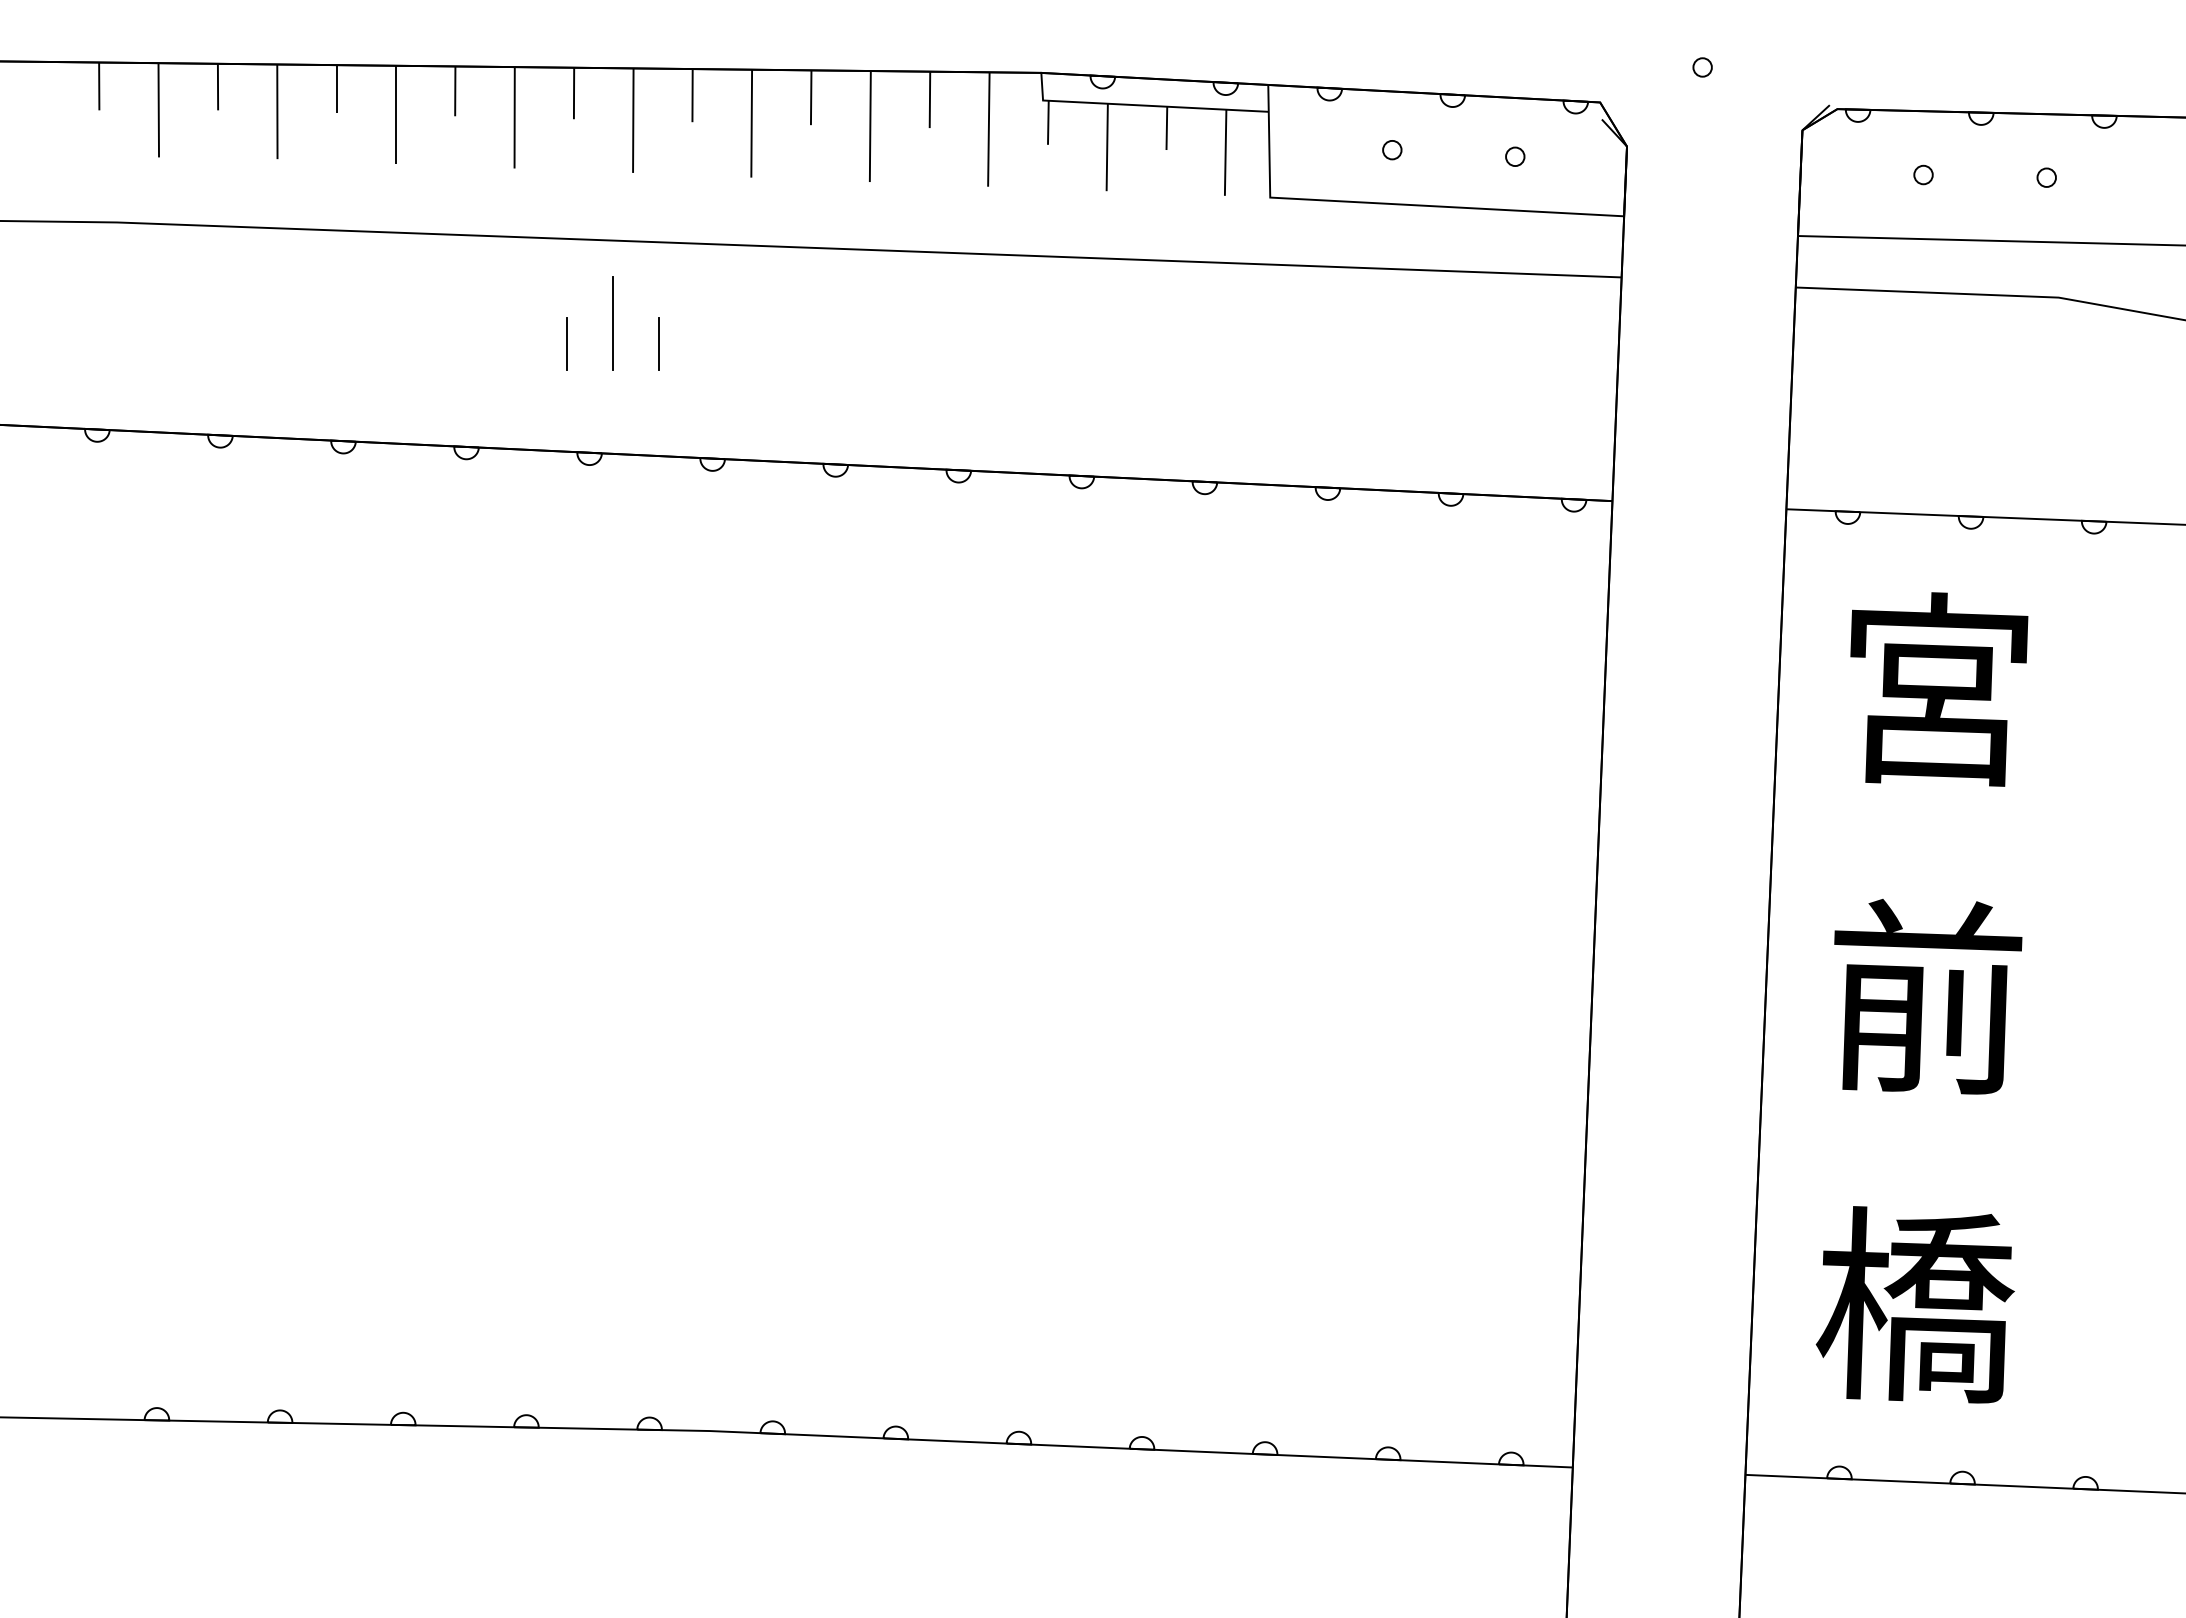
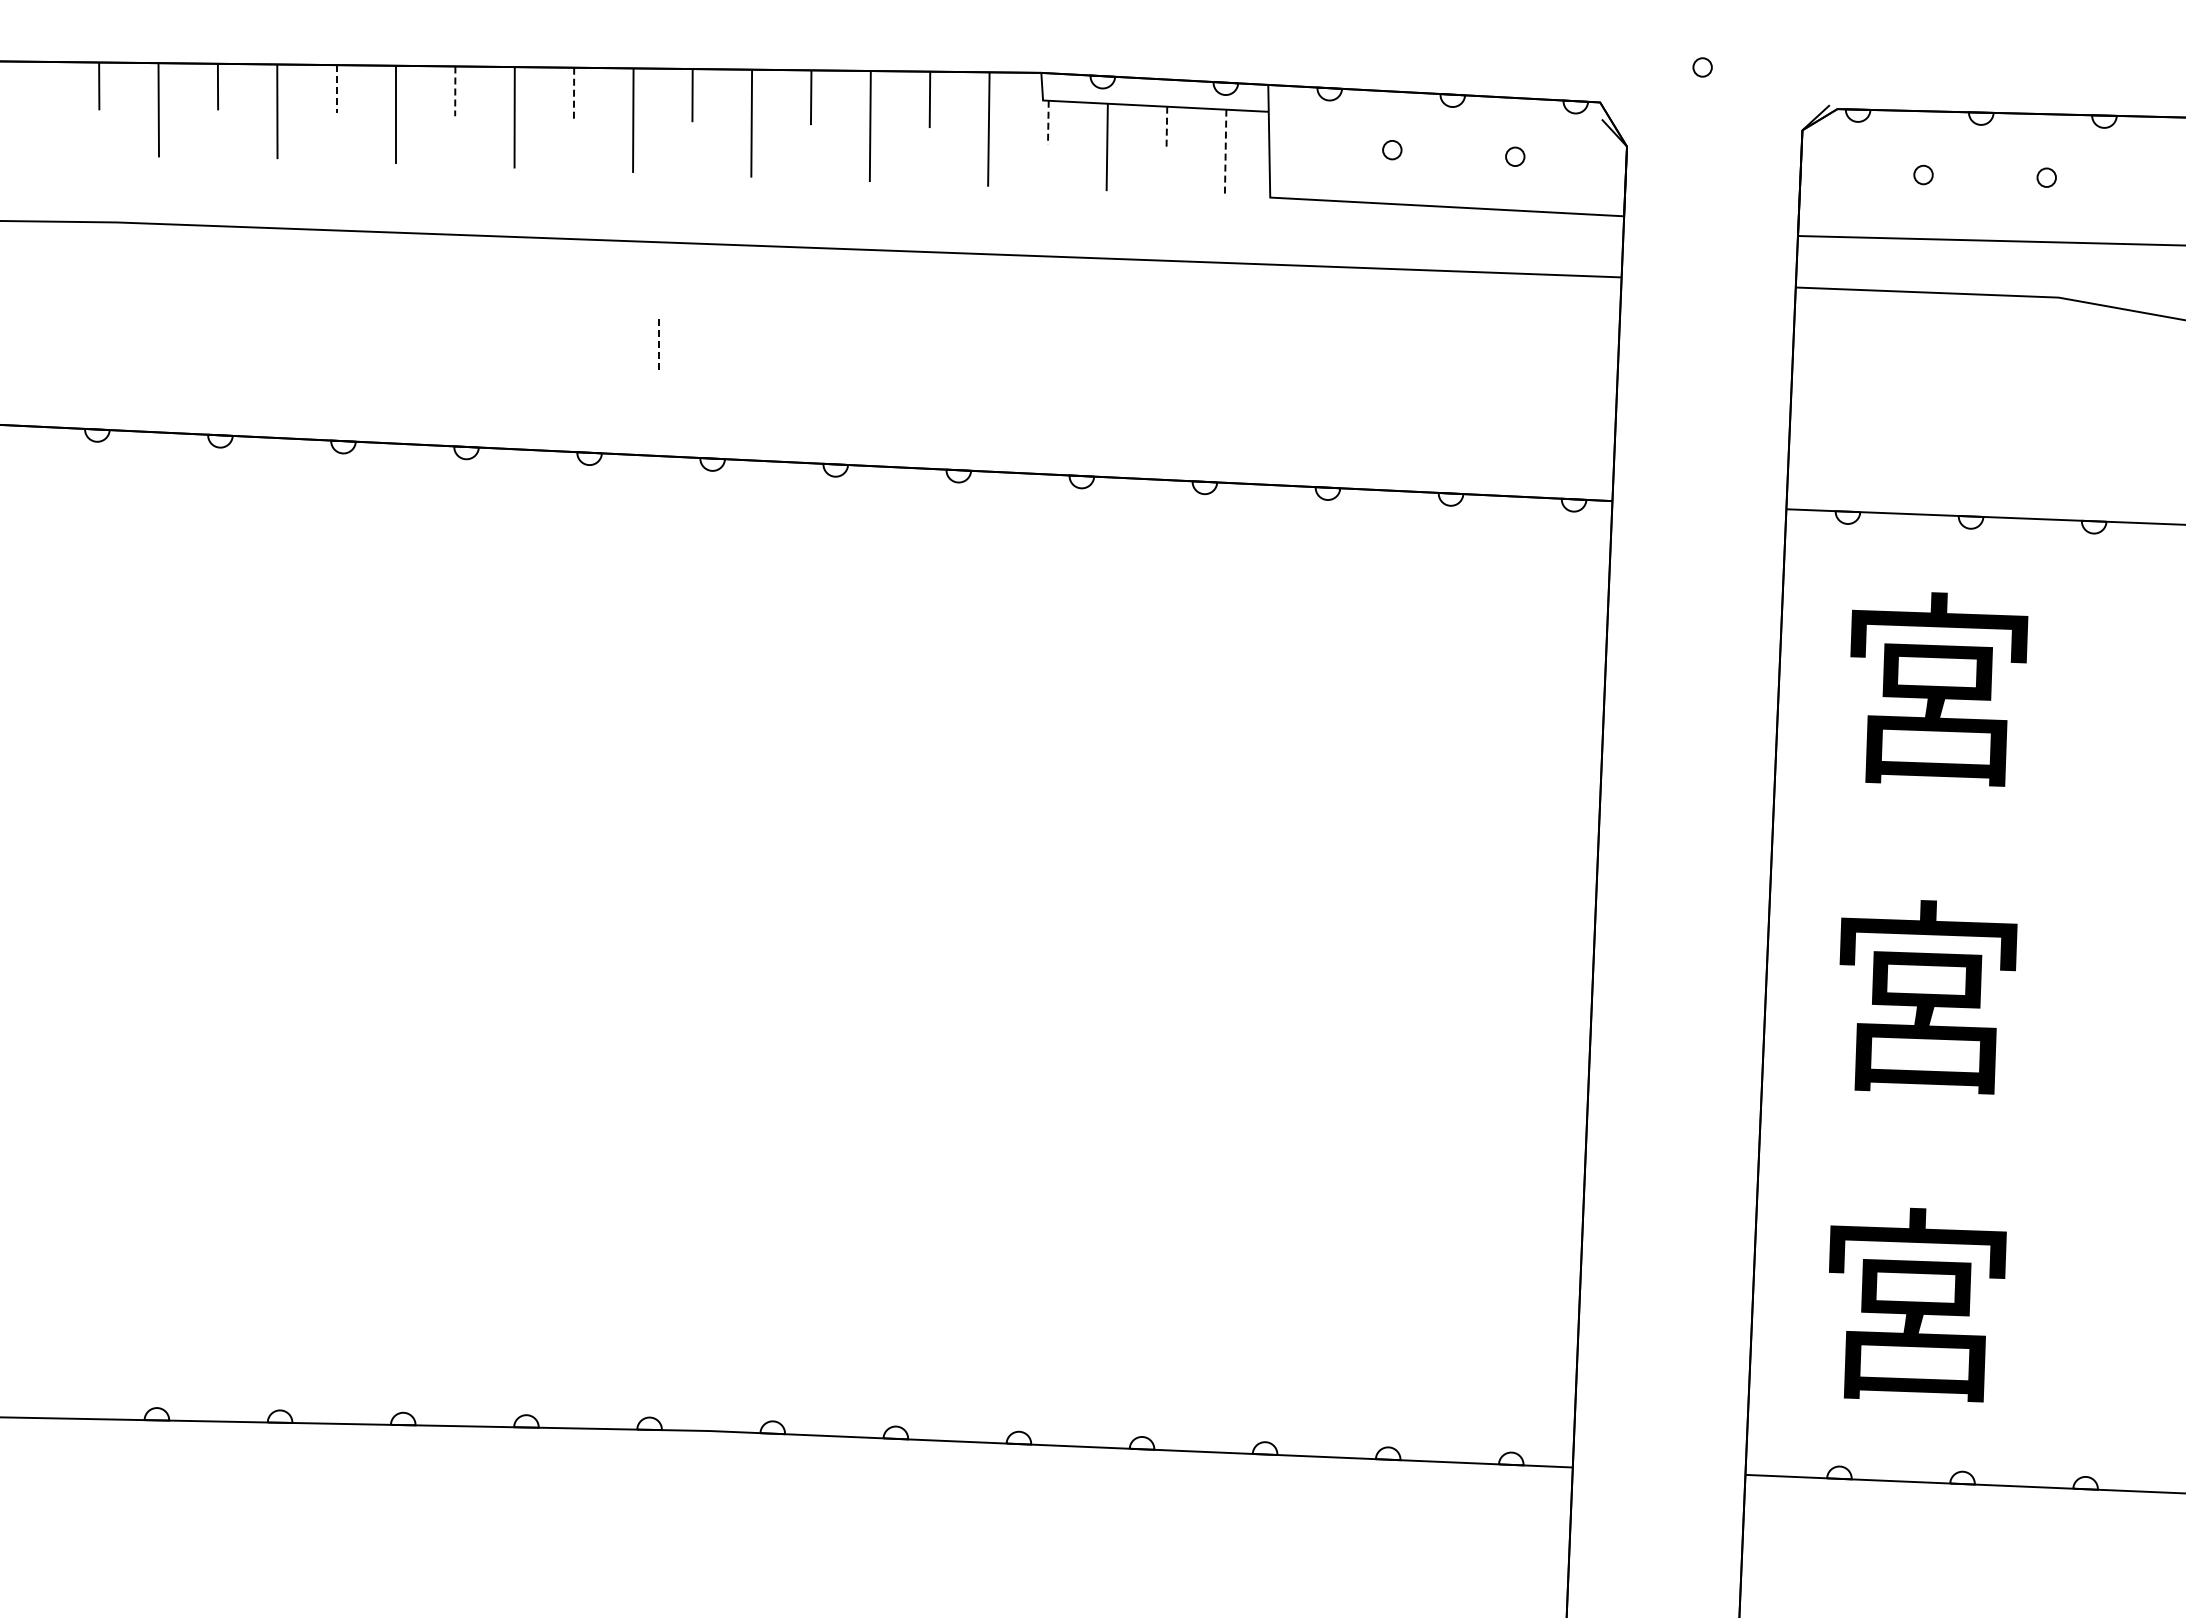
line at (336, 89): solid -> dashed
line at (455, 91): solid -> dashed
line at (574, 93): solid -> dashed
line at (1048, 123): solid -> dashed
line at (1166, 128): solid -> dashed
line at (1225, 153): solid -> dashed
line at (612, 323): present -> none
line at (566, 343): present -> none
line at (659, 343): solid -> dashed
text at (1928, 996): 前 -> 宮
text at (1914, 1304): 橋 -> 宮
